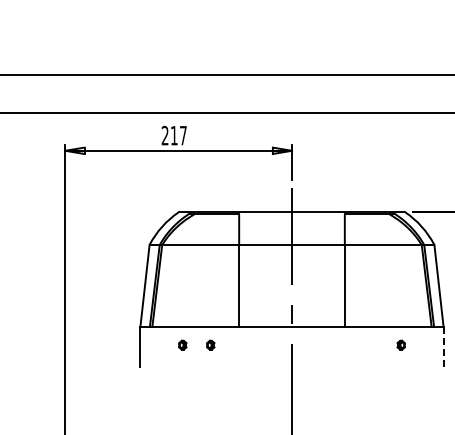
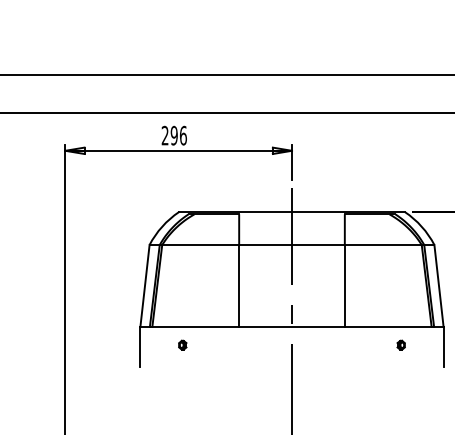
text at (178, 135): 217 -> 296
part at (210, 344): present -> none
line at (443, 346): dashed -> solid
